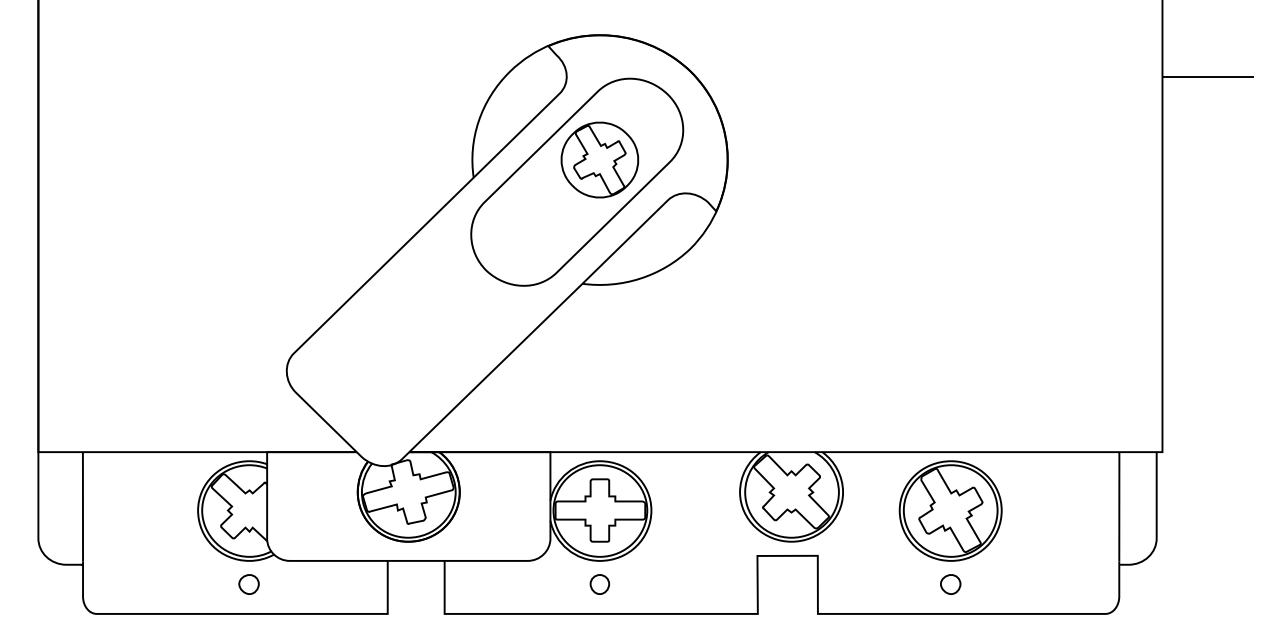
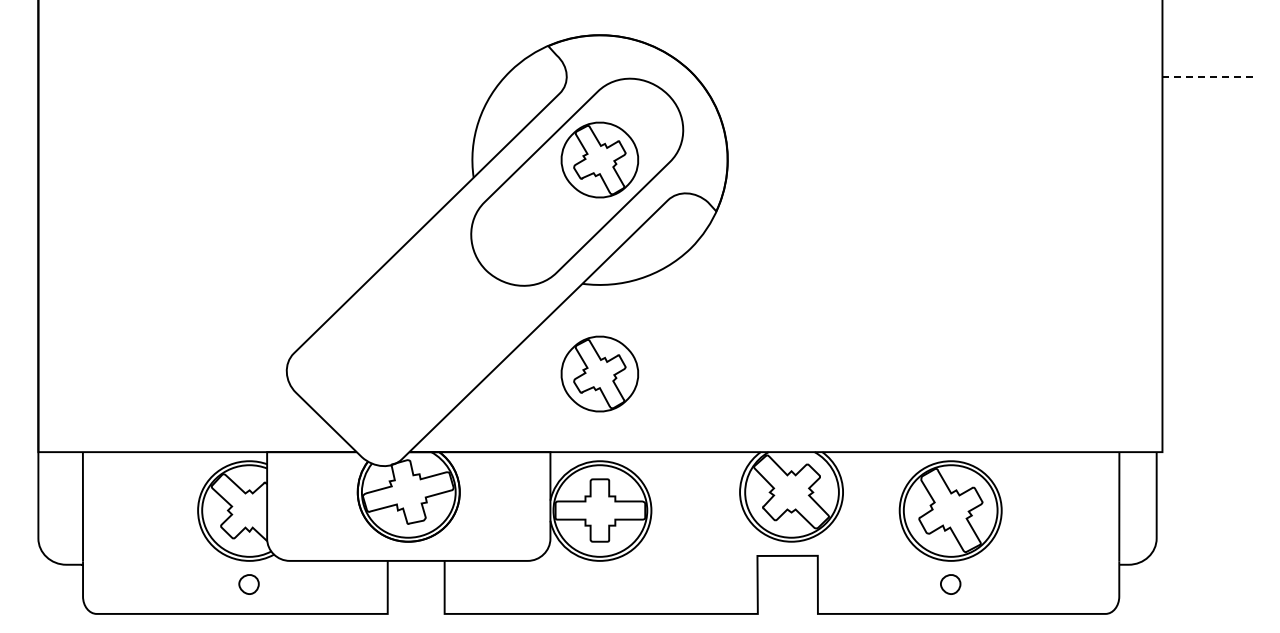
line at (1208, 77): solid -> dashed
part at (599, 373): none -> present
part at (599, 584): present -> none
